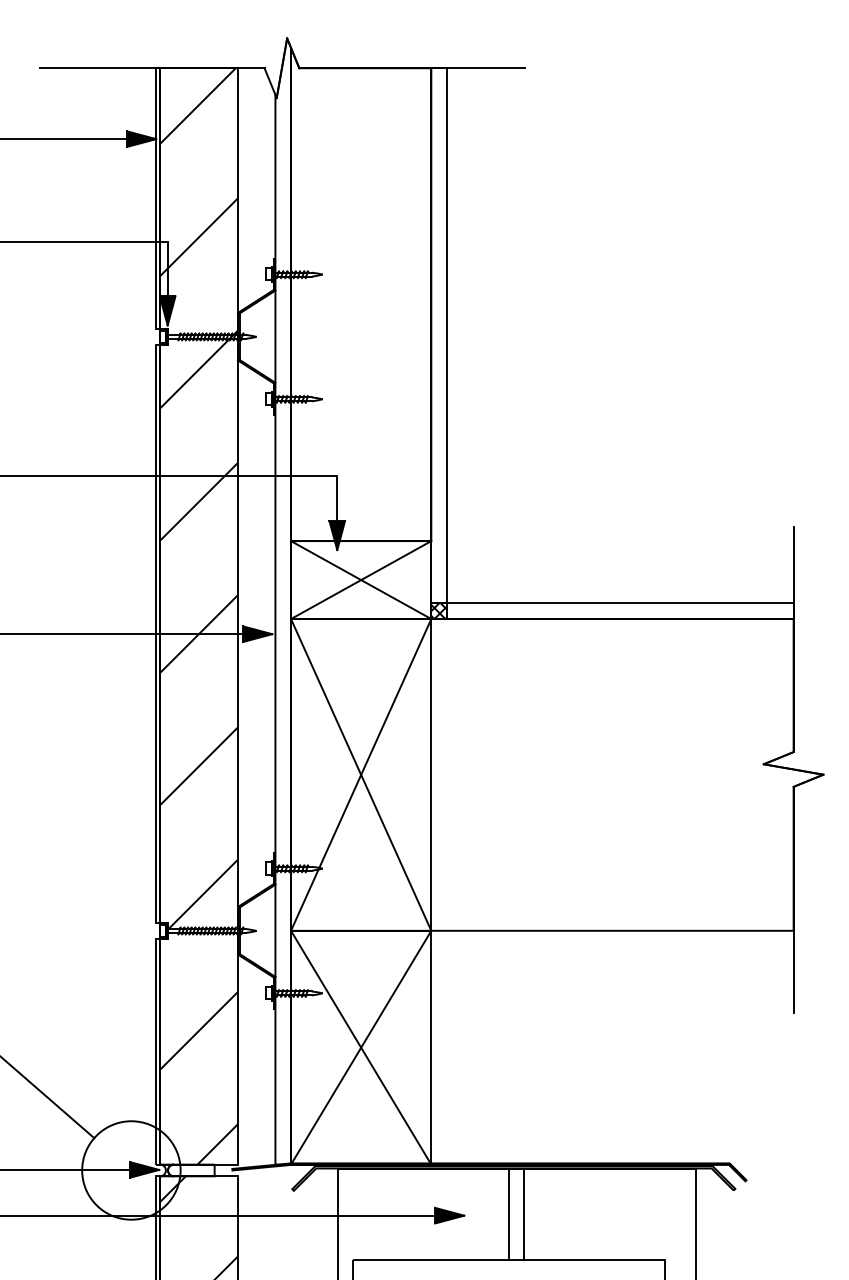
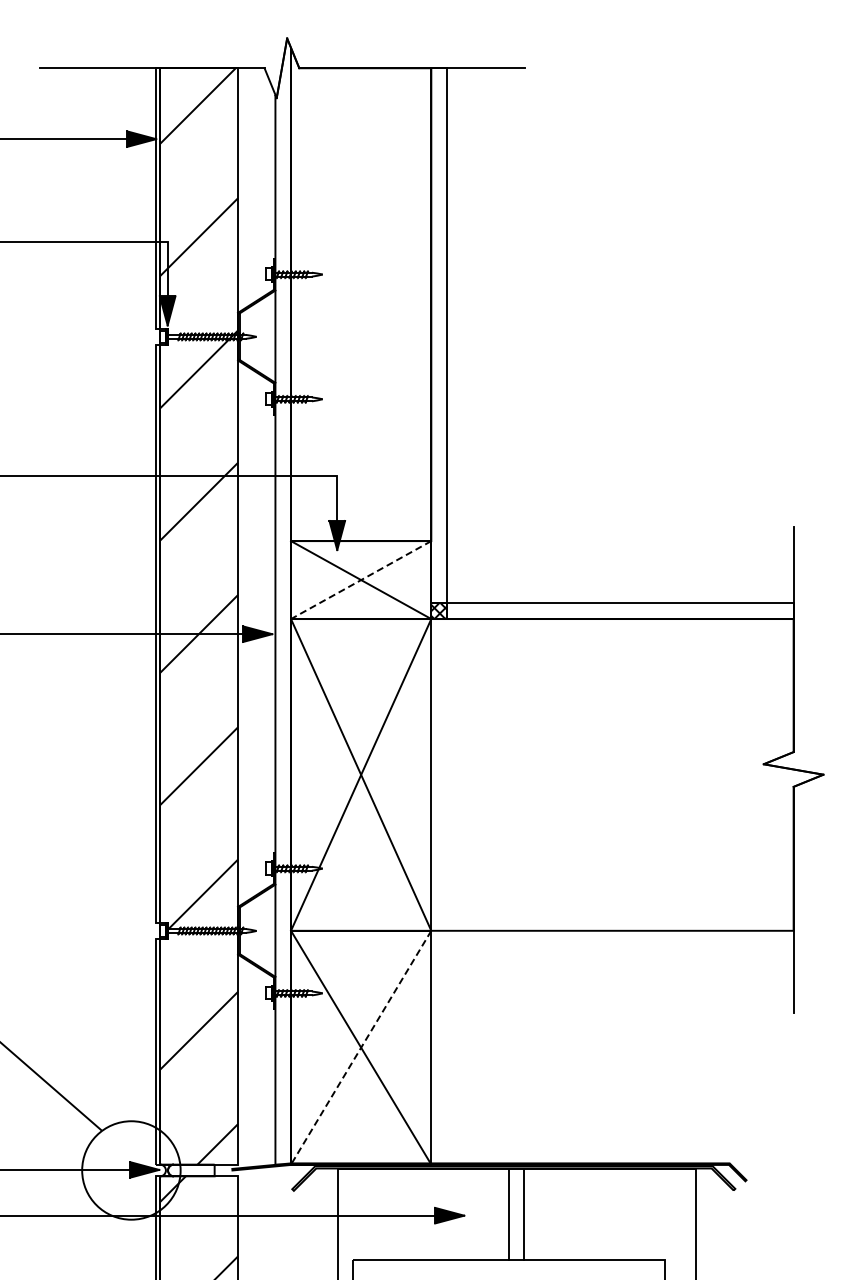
line at (360, 580): solid -> dashed
line at (360, 1048): solid -> dashed
line at (48, 1097) position: (48, 1097) -> (51, 1086)
